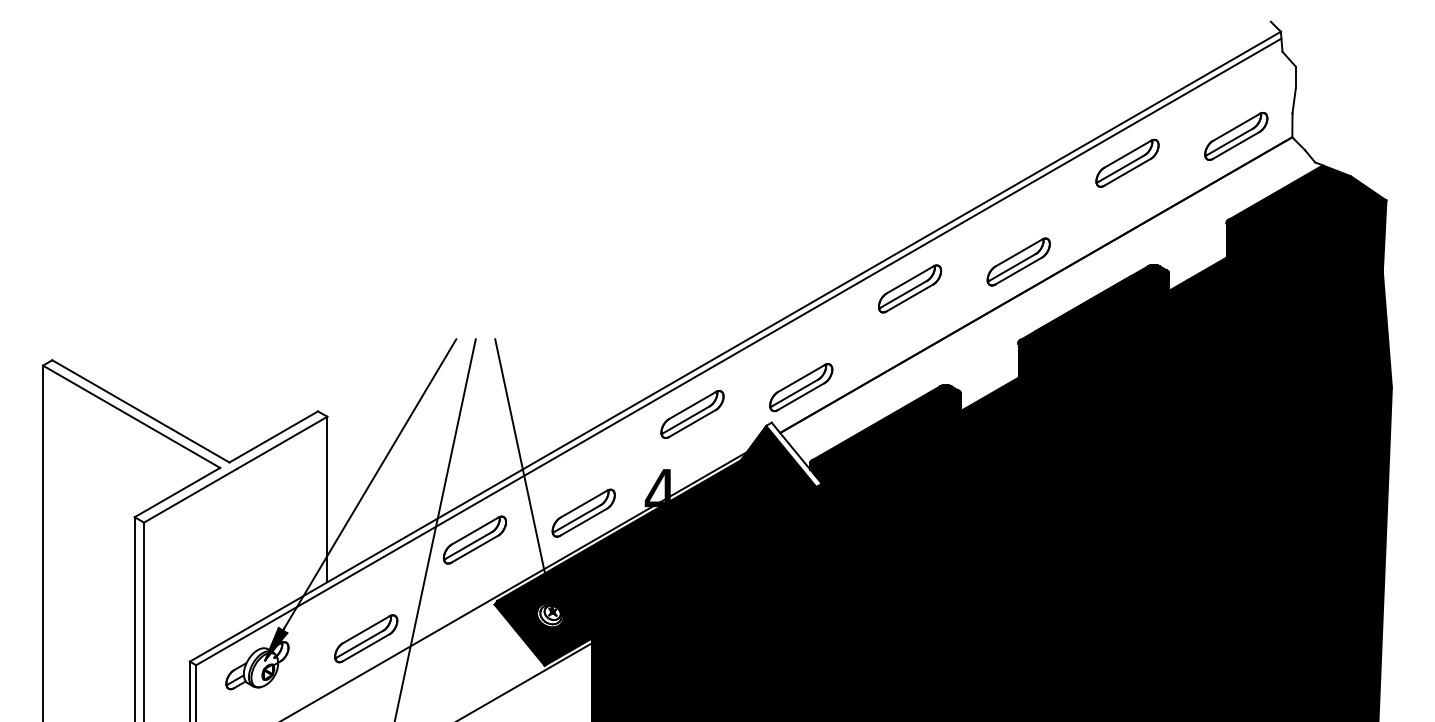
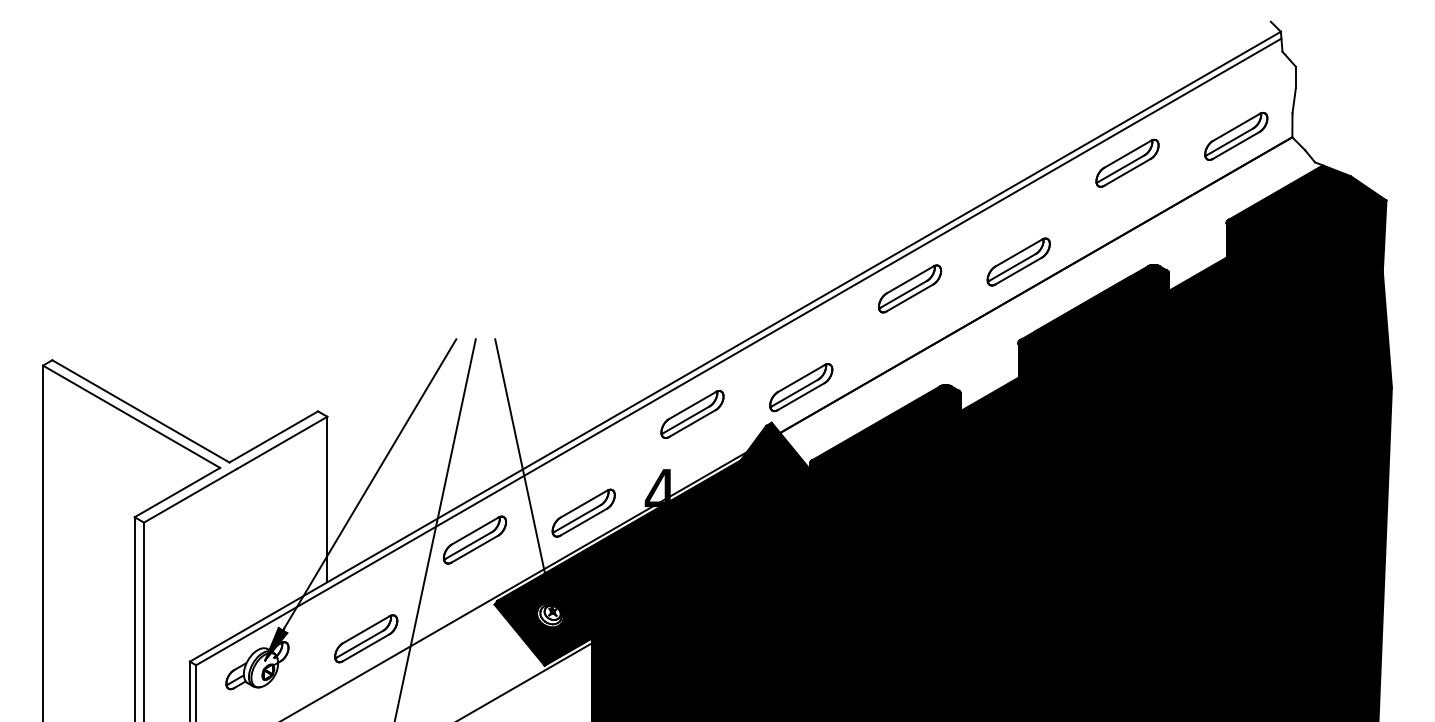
fill at (793, 454): none -> present
